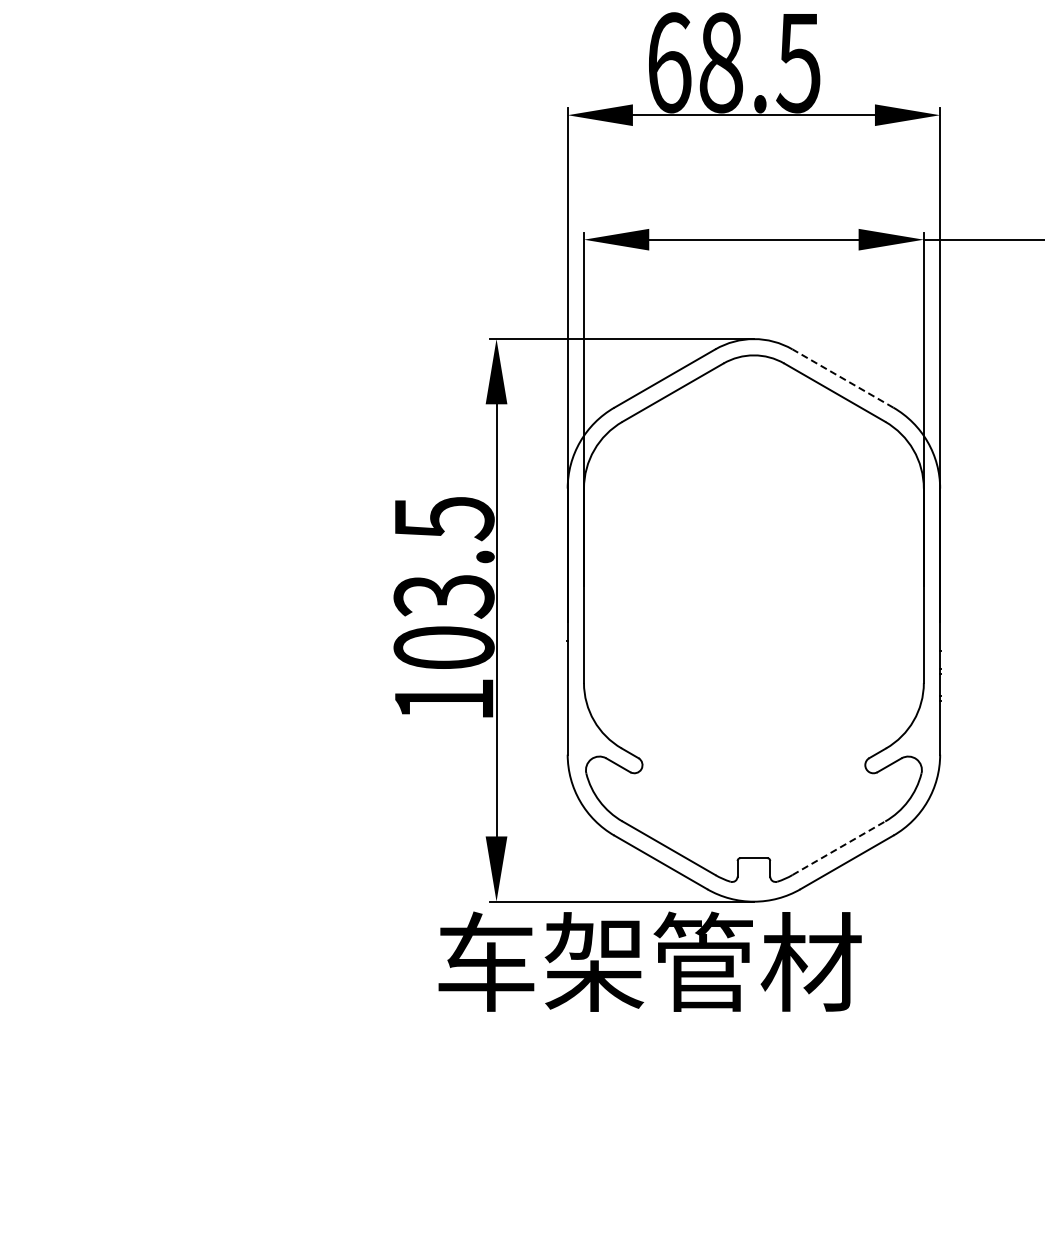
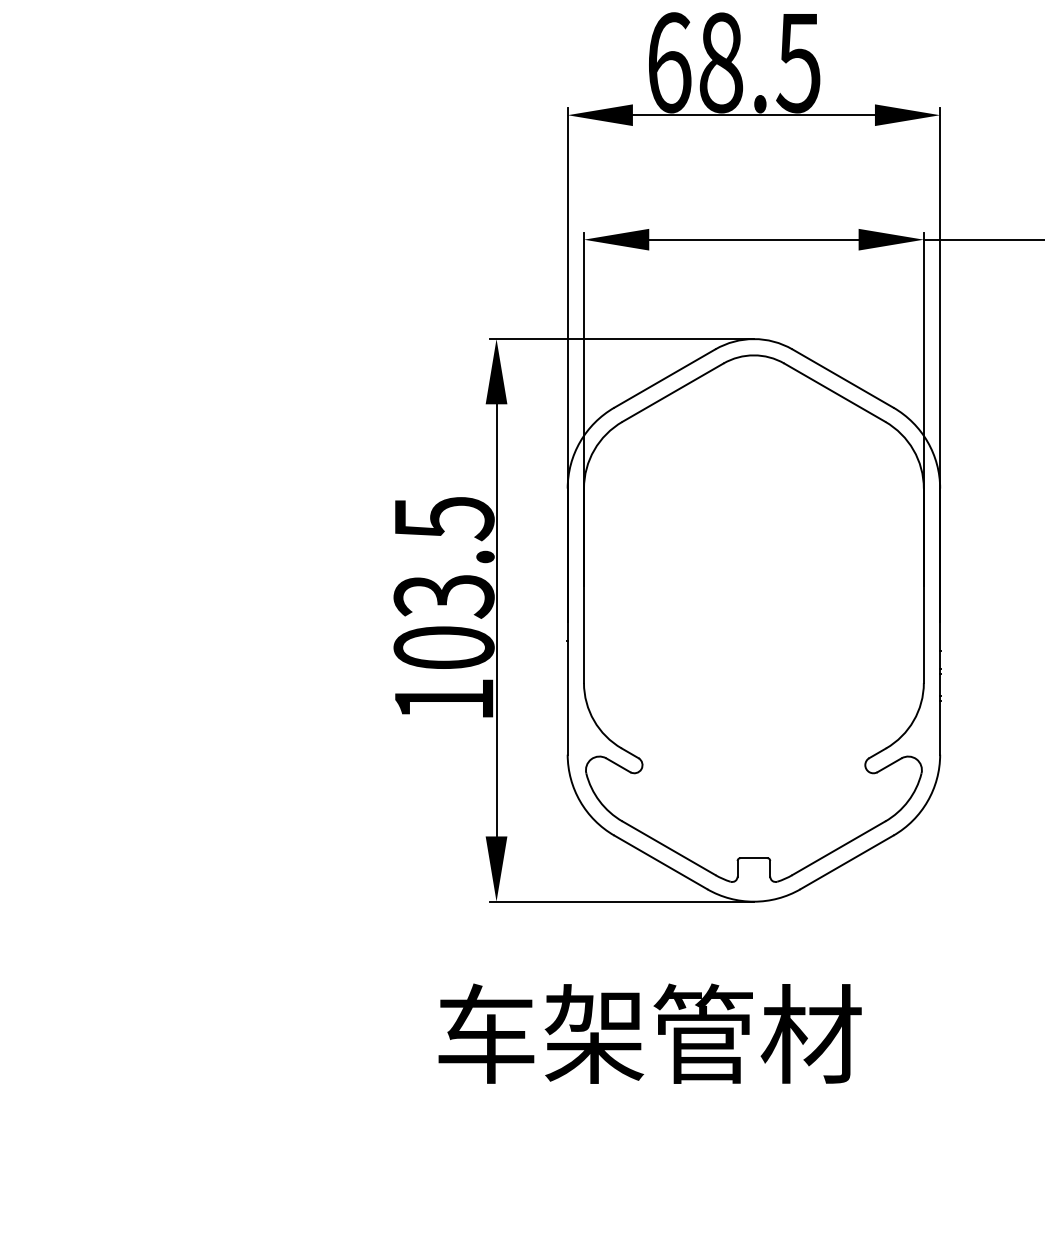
line at (842, 378): dashed -> solid
line at (838, 848): dashed -> solid
text at (649, 961) position: (649, 961) -> (649, 1033)
